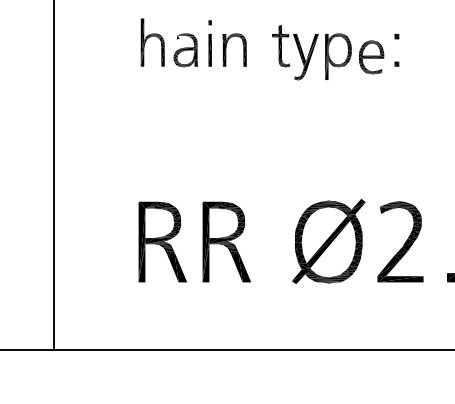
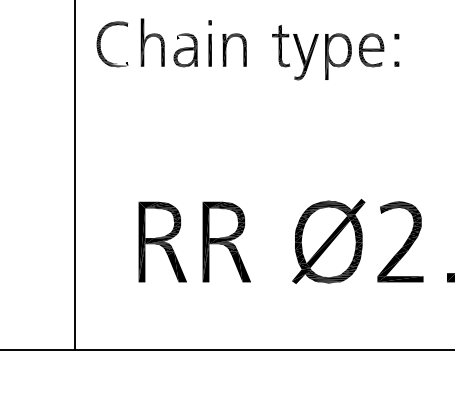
part at (100, 44): none -> present
part at (371, 57) position: (371, 57) -> (371, 50)
line at (54, 175) position: (54, 175) -> (75, 175)
